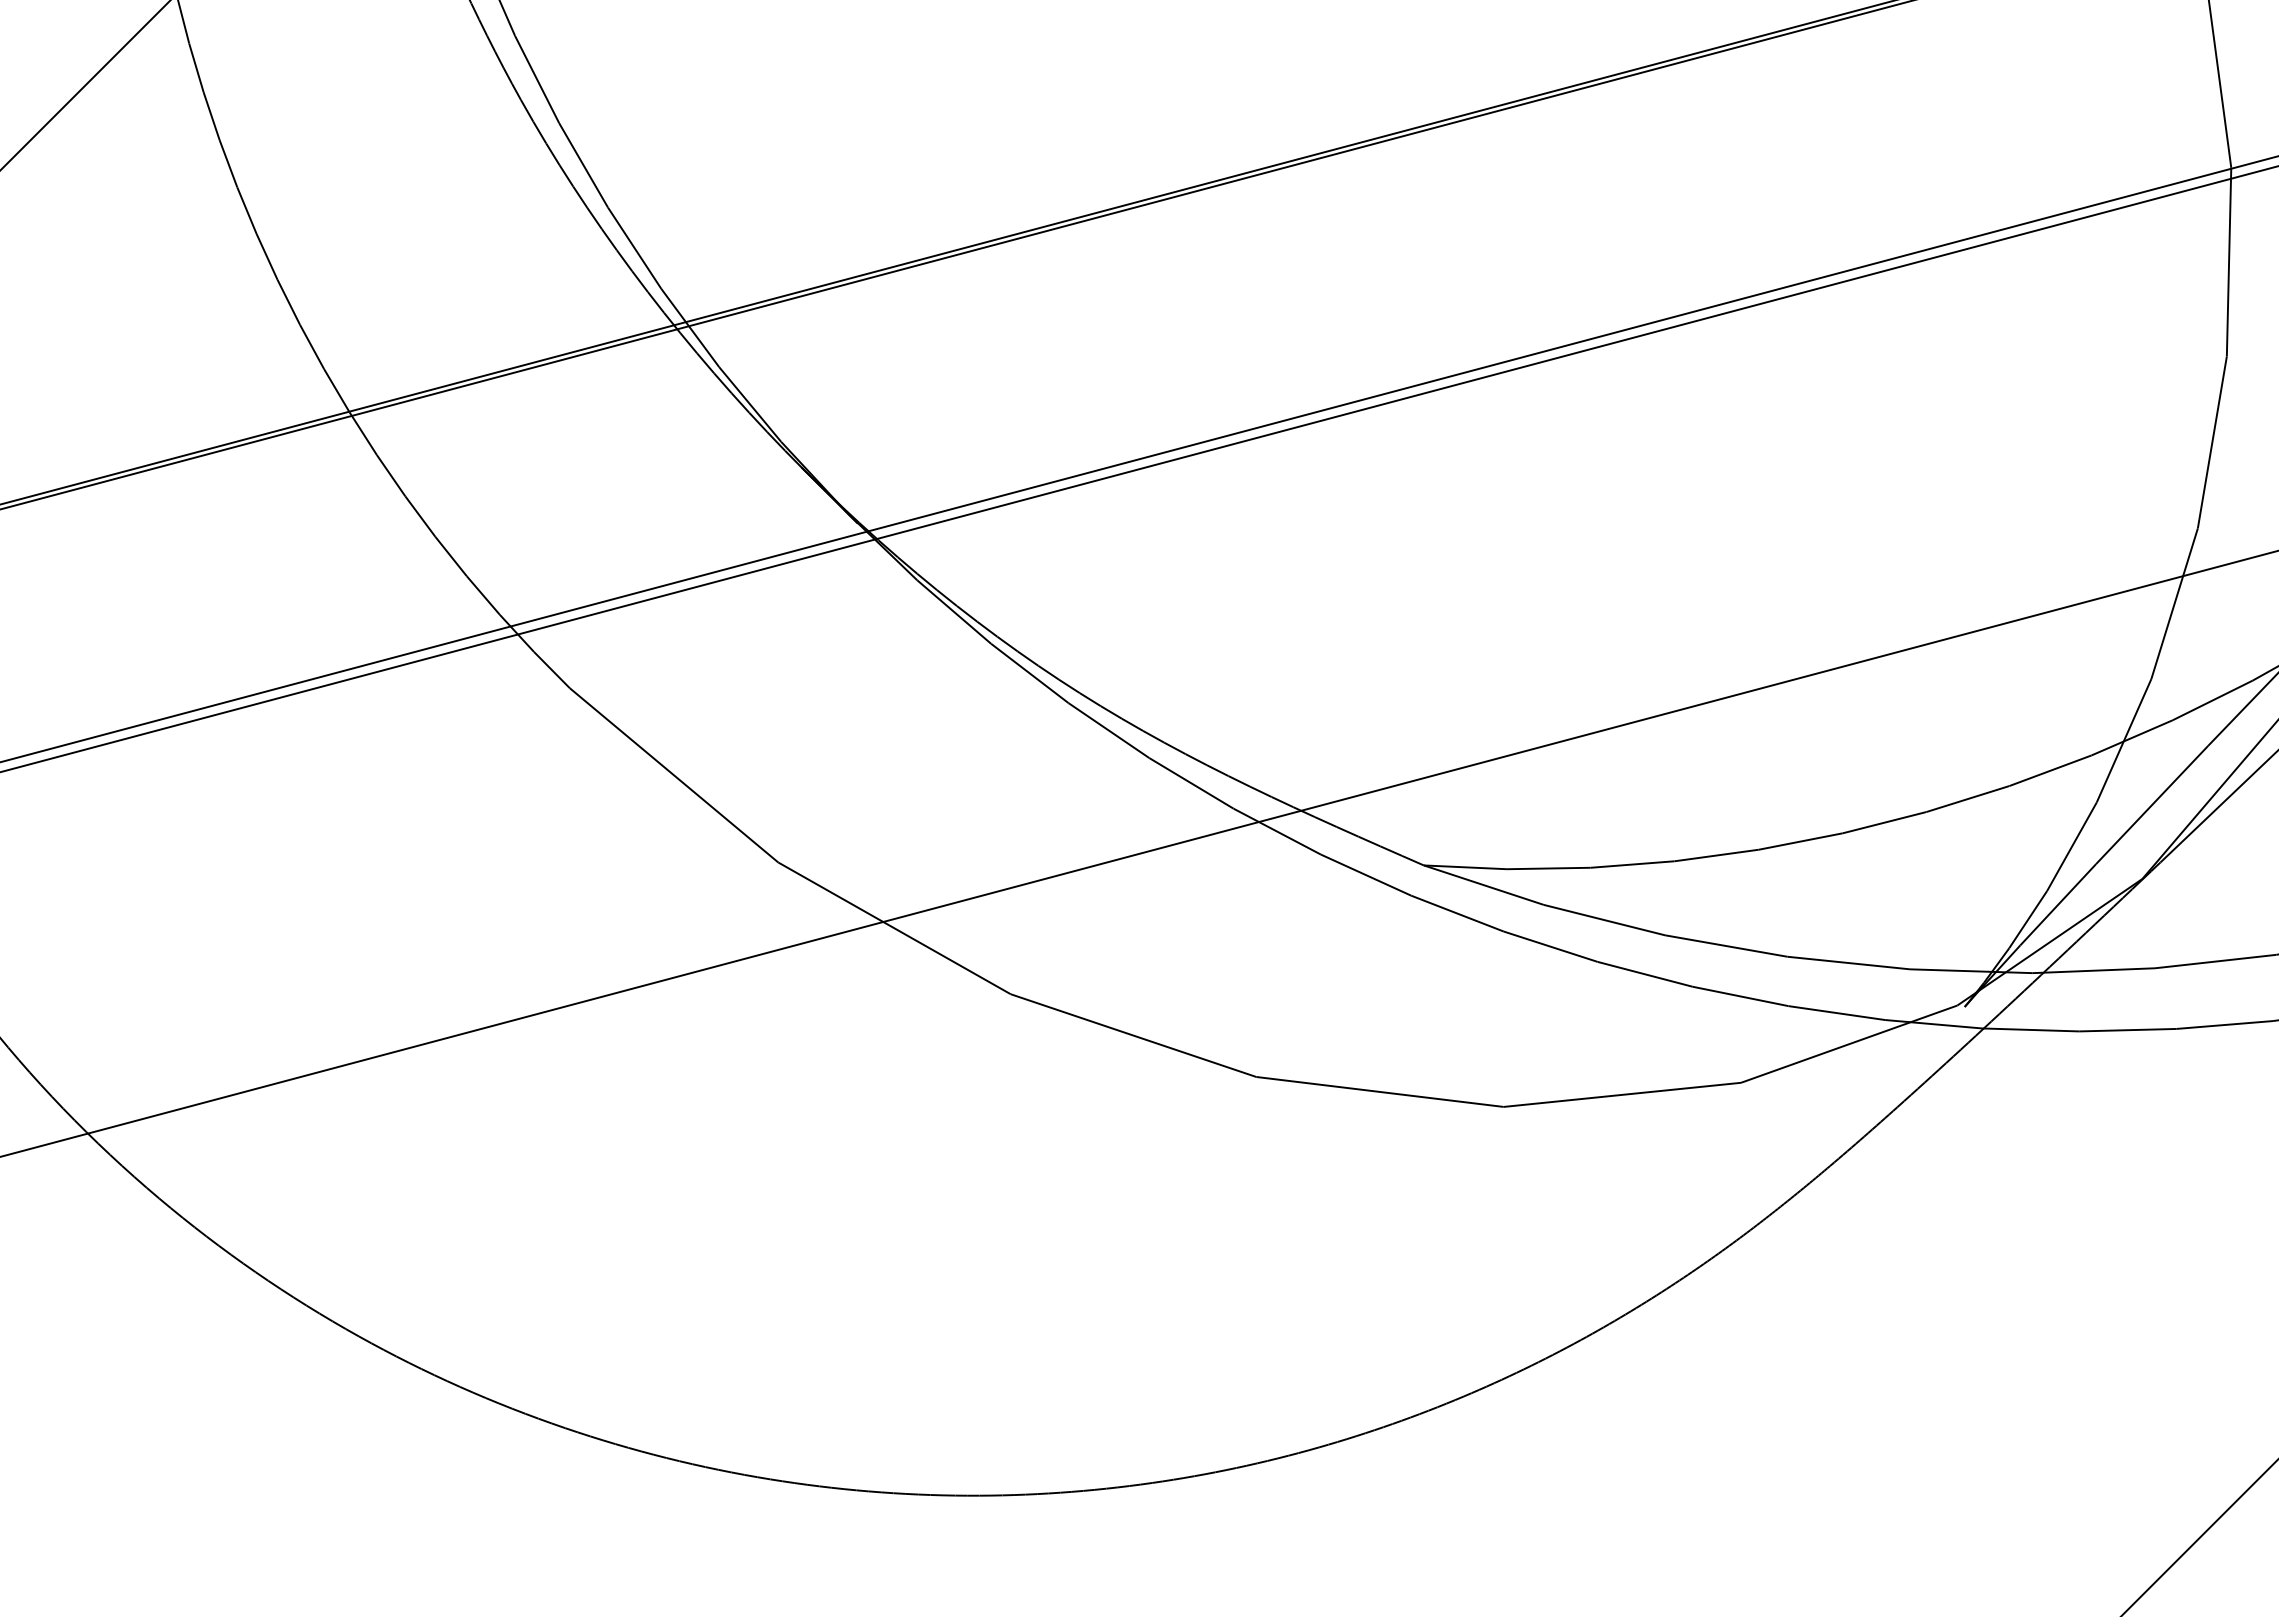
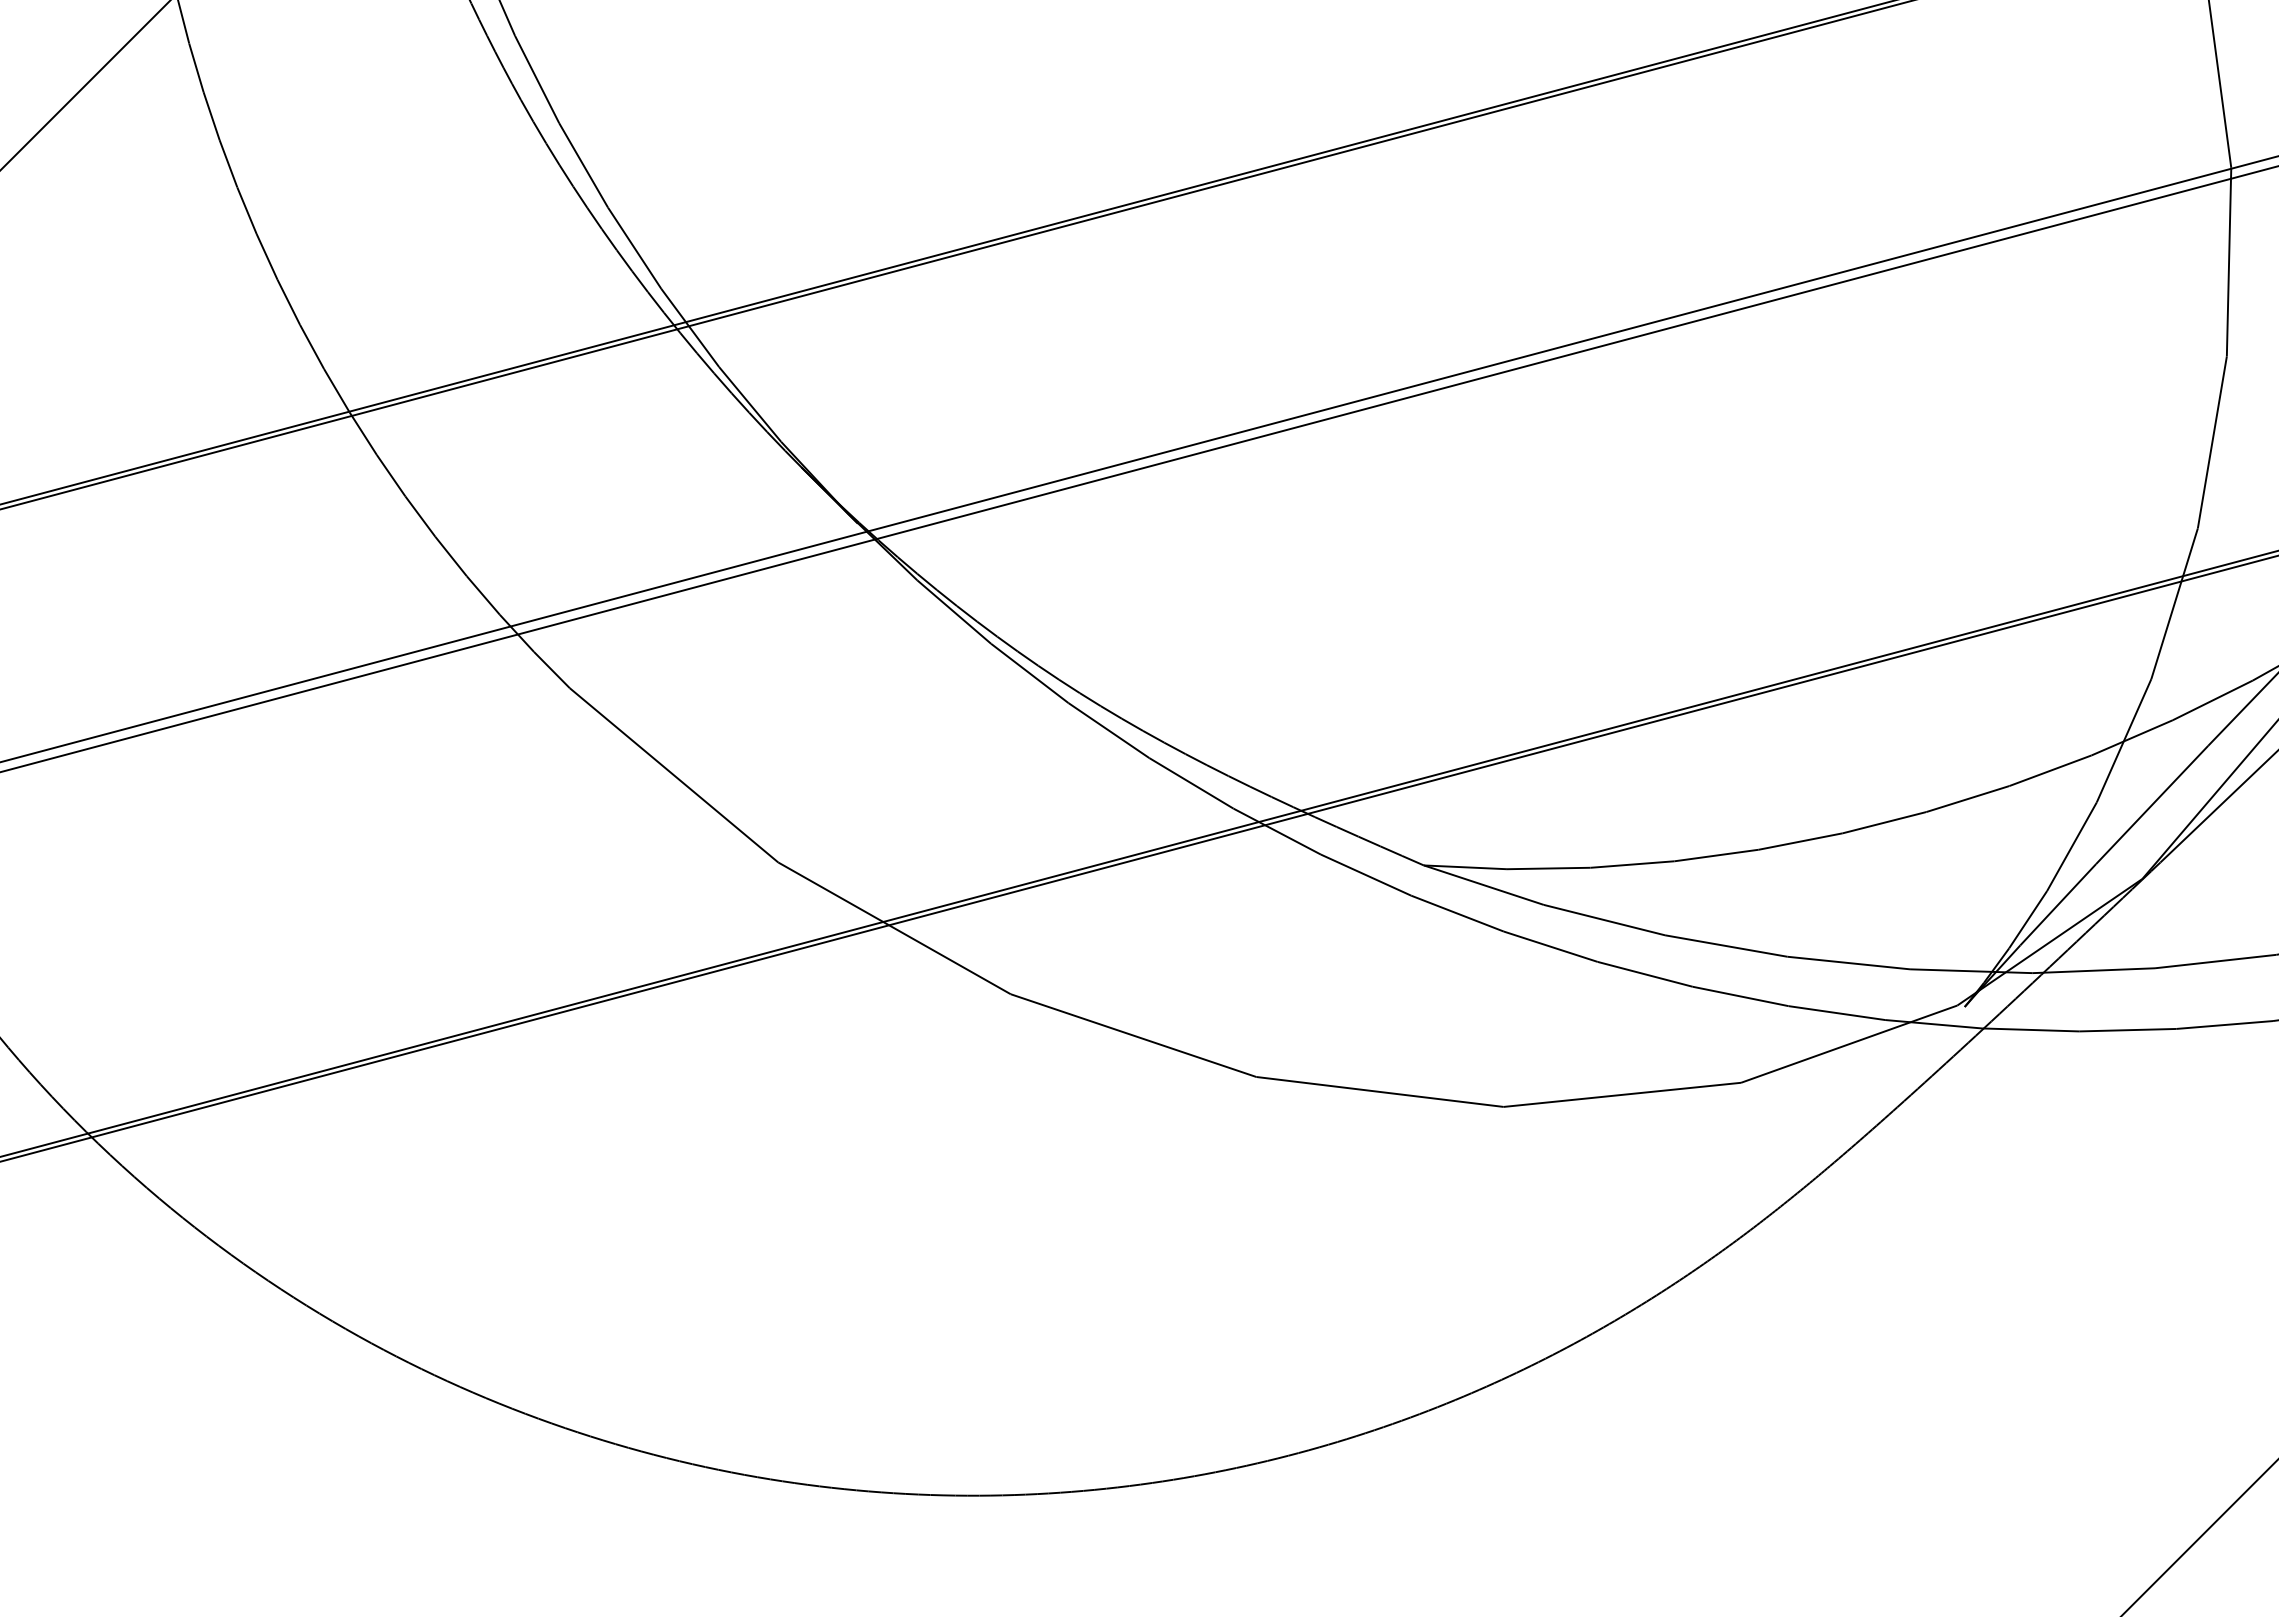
line at (1138, 858): none -> present
